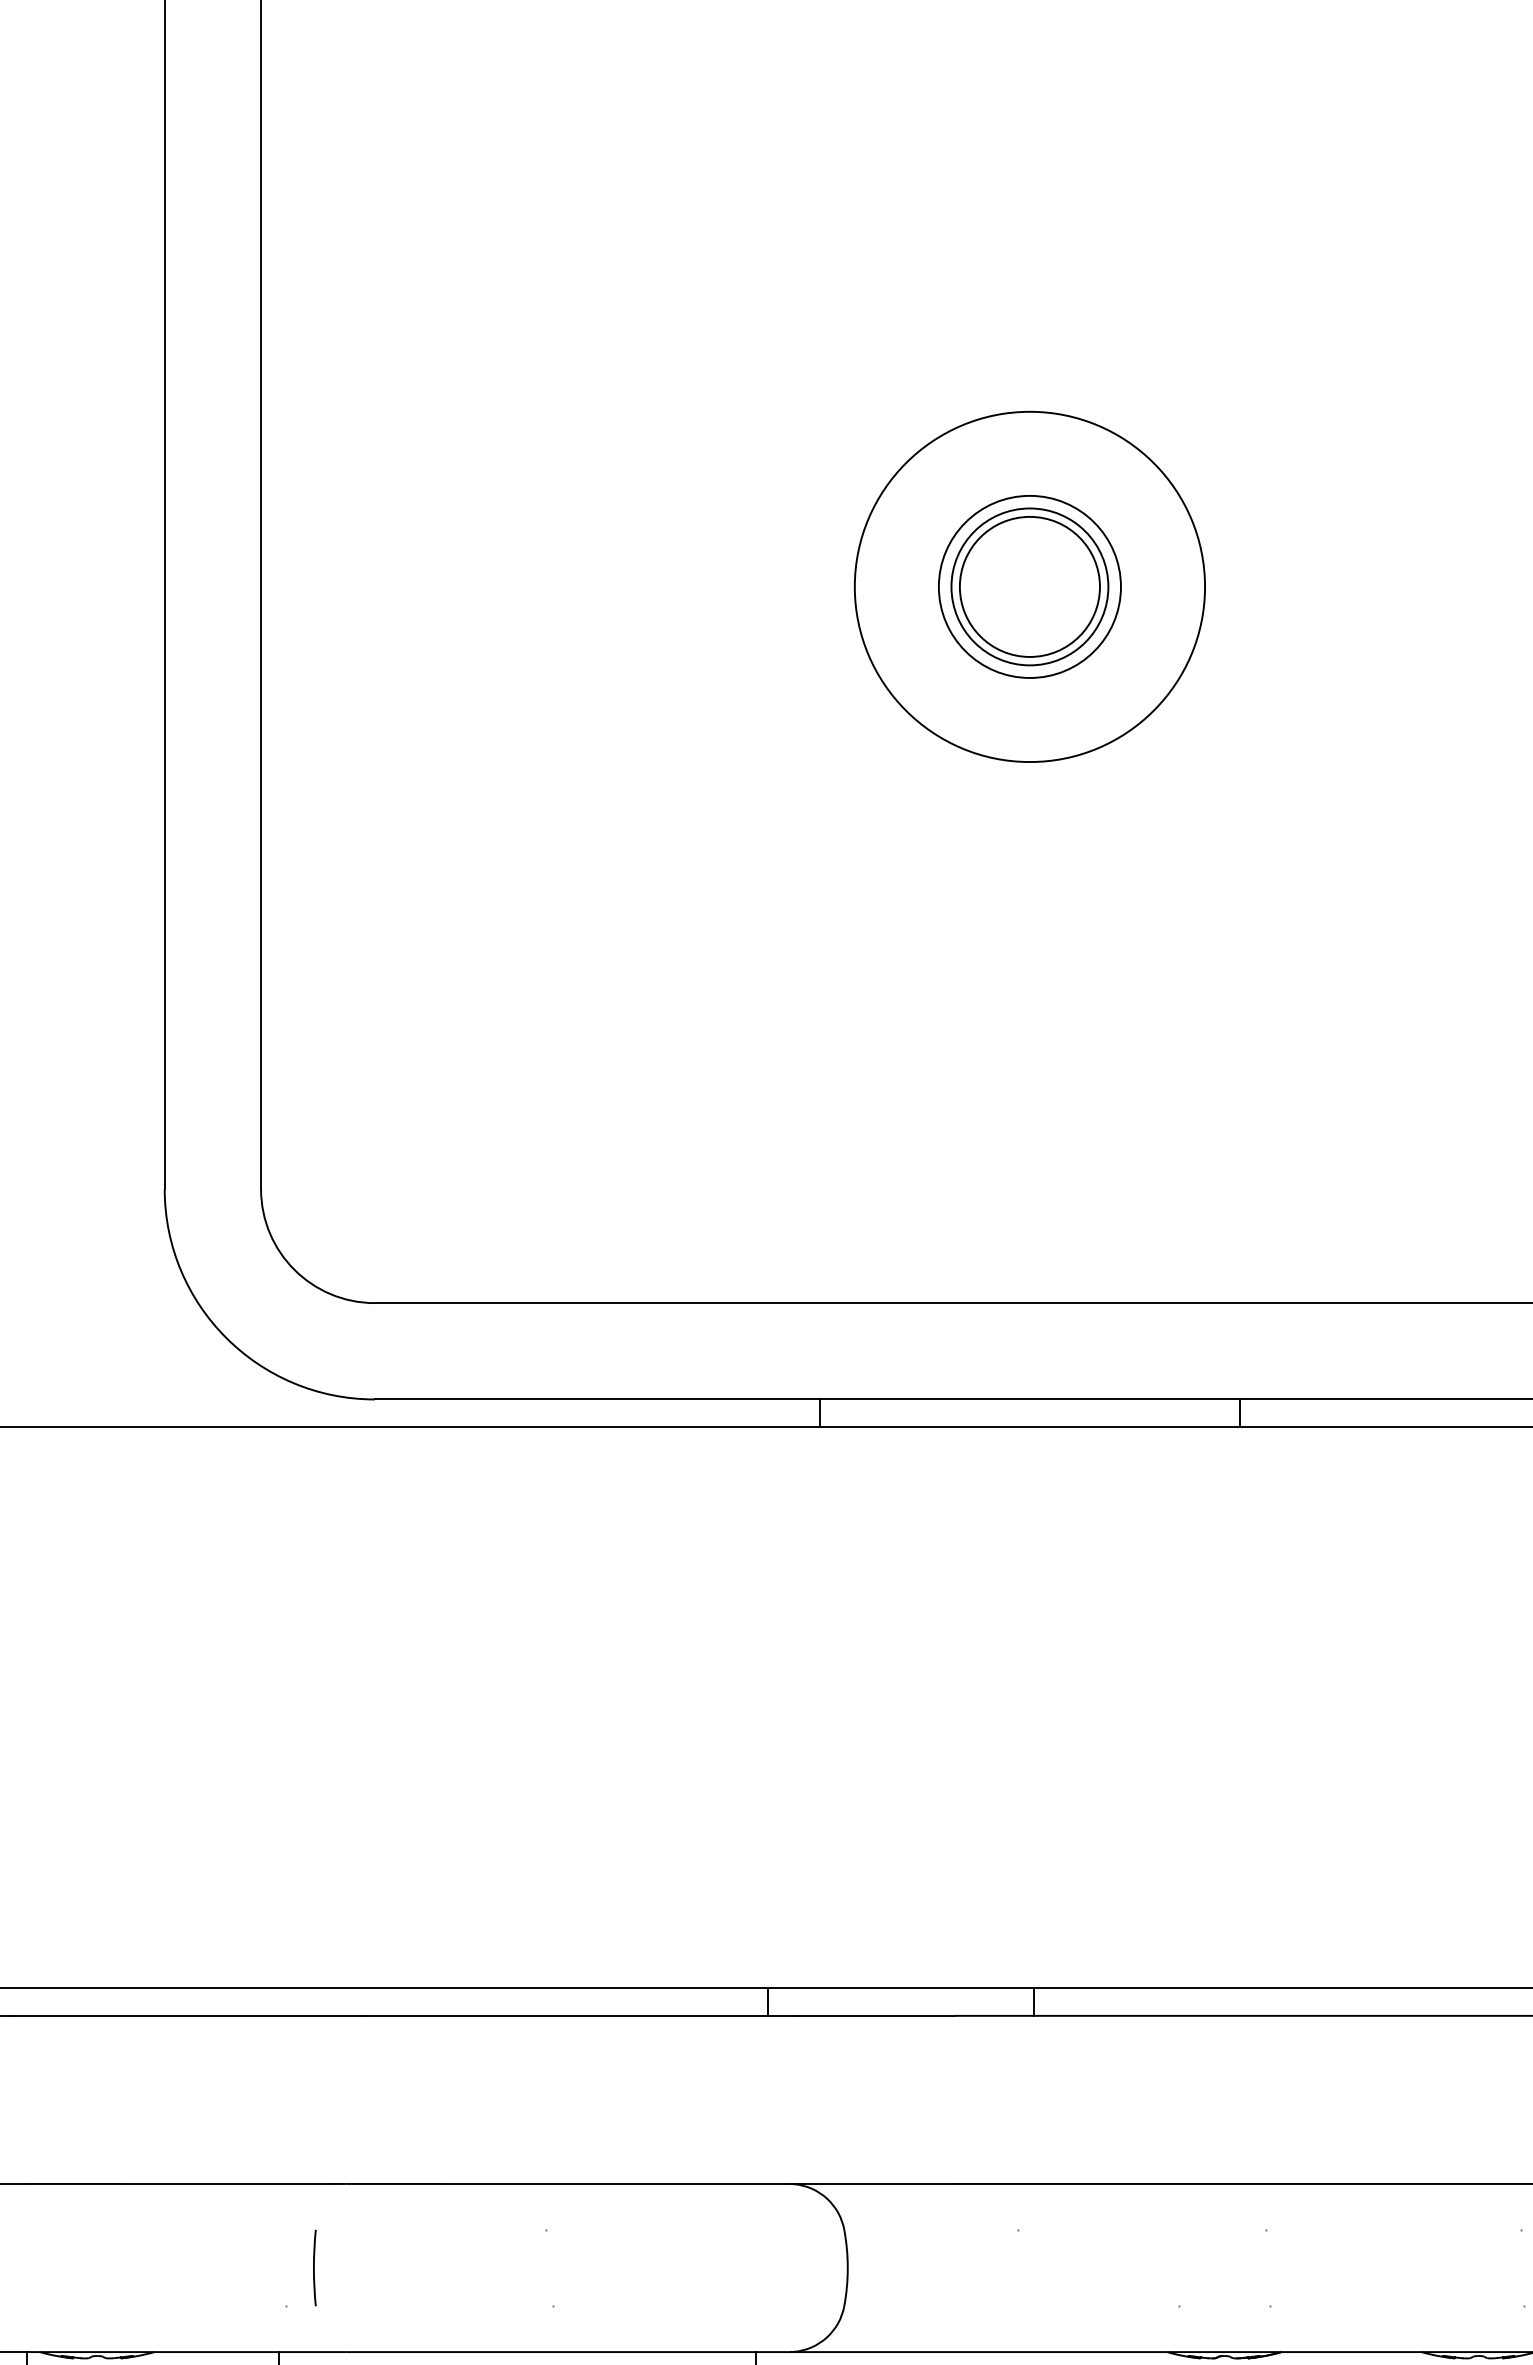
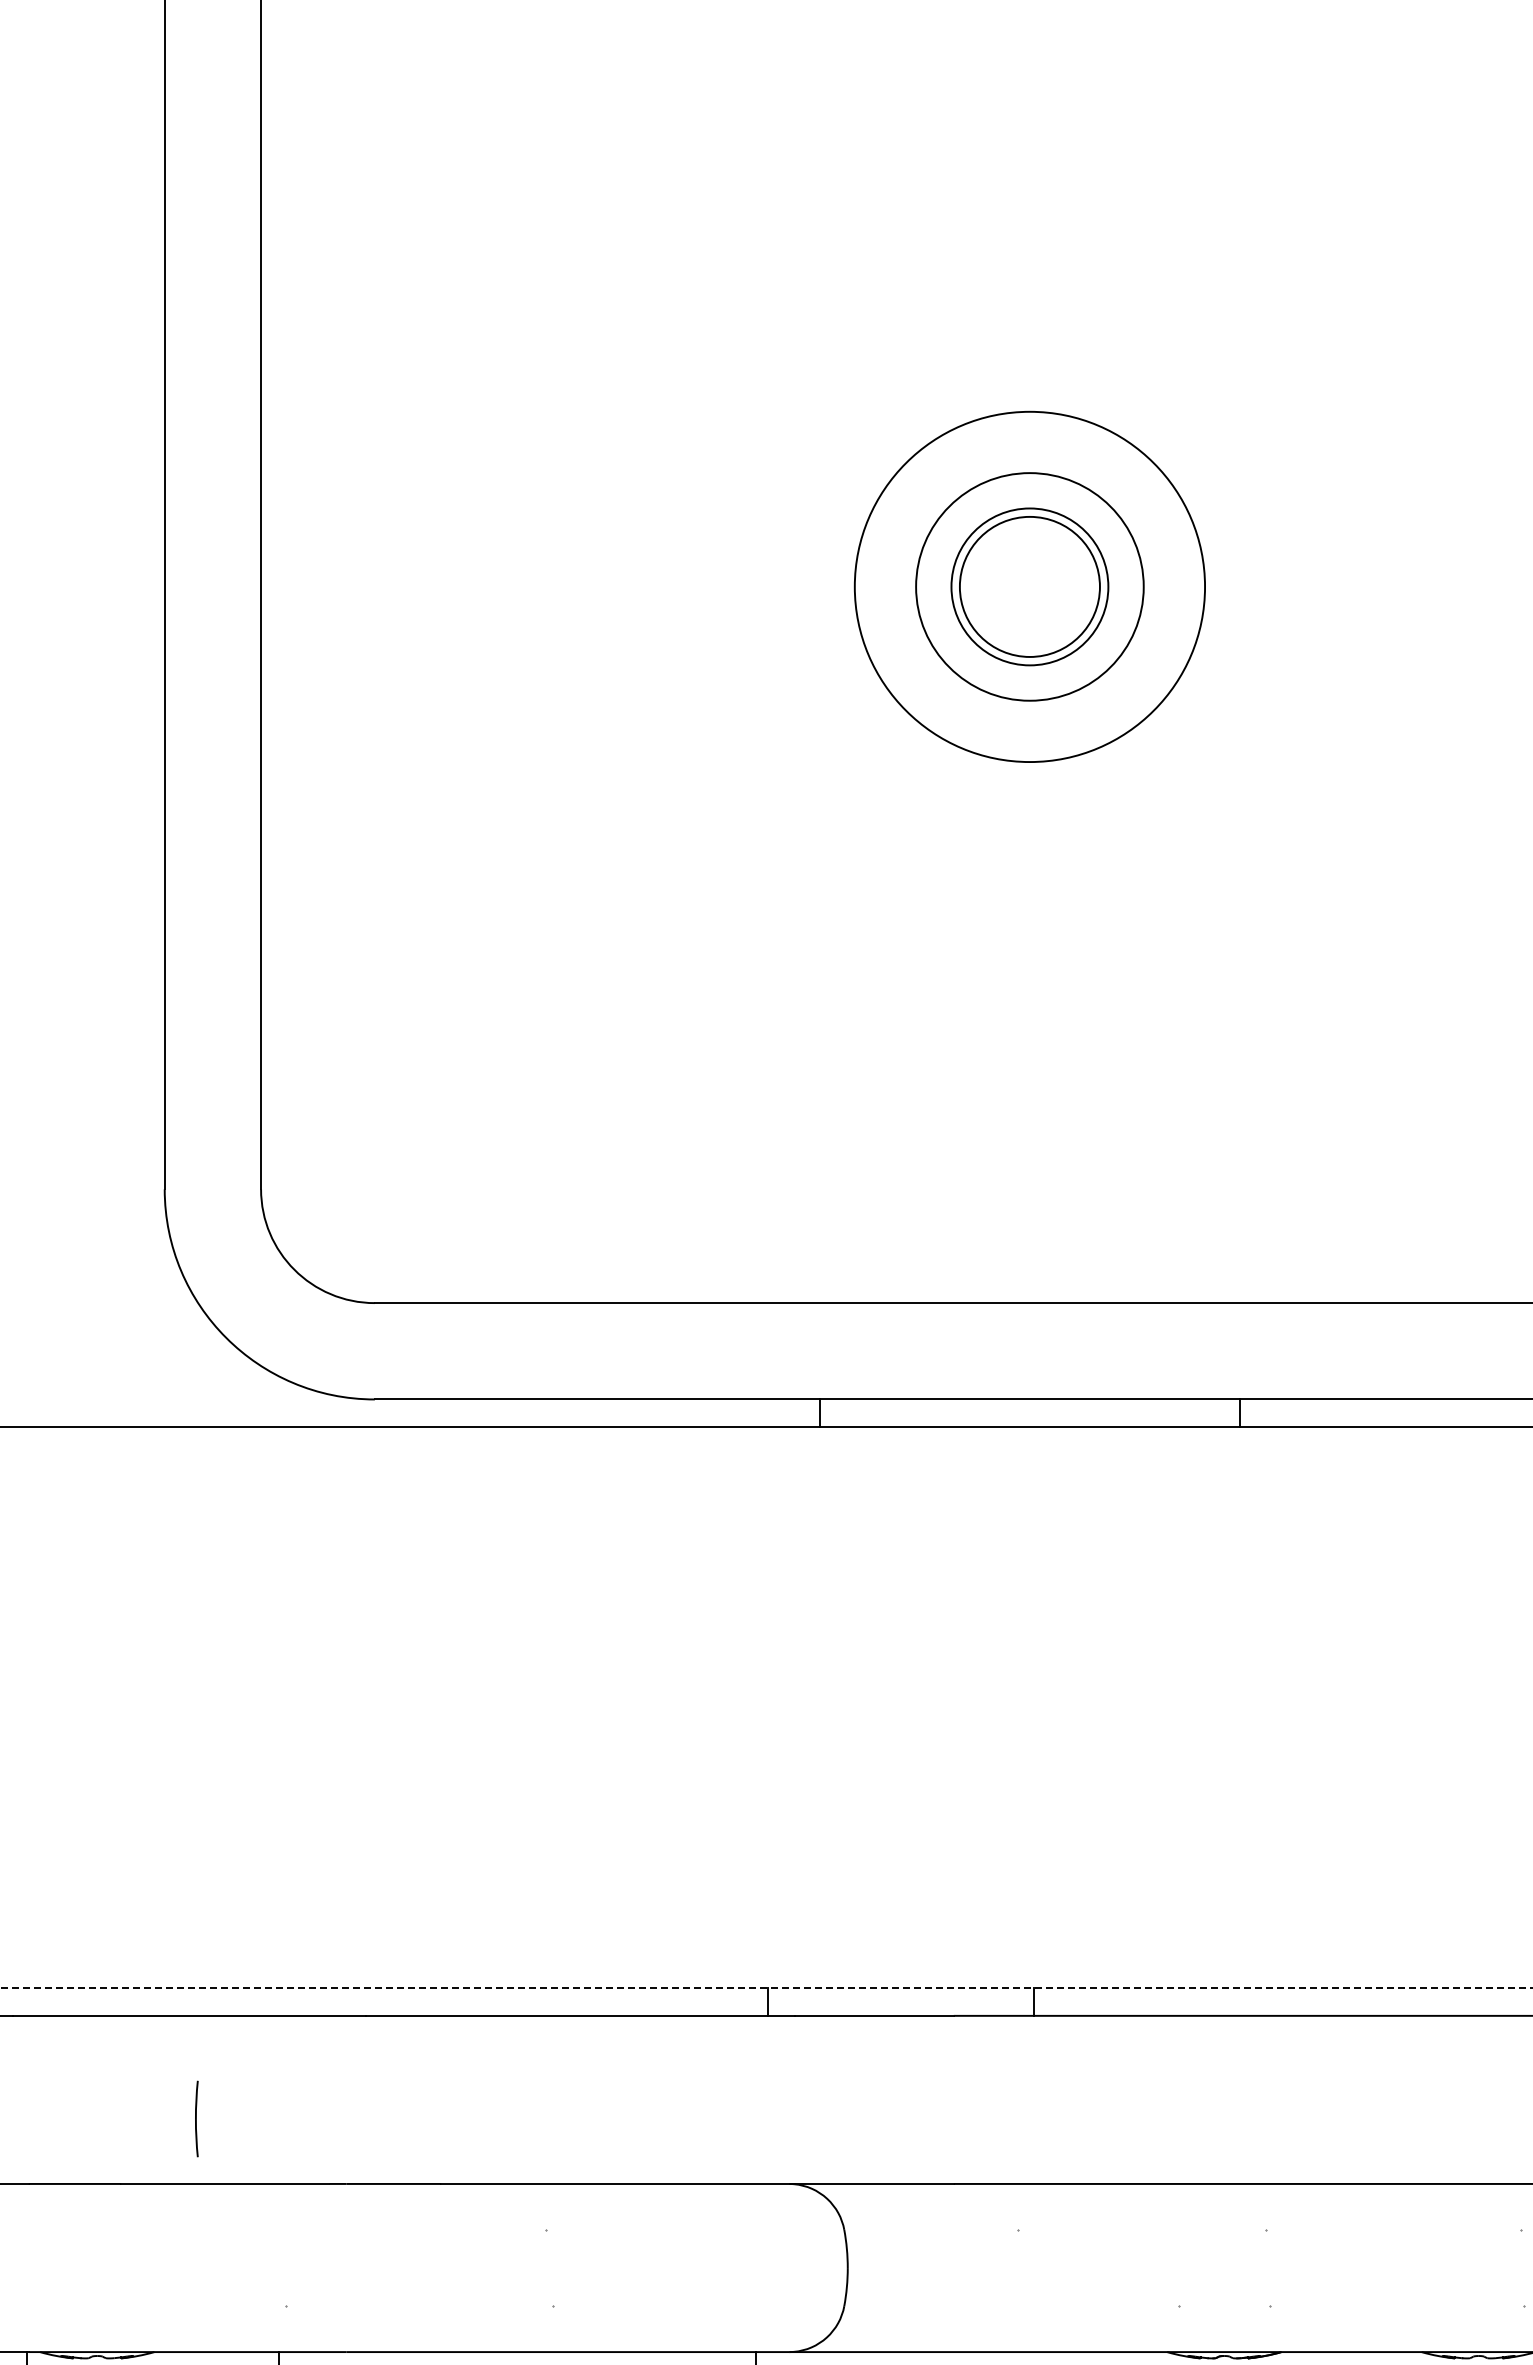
circle at (1029, 586) diameter: 182 px -> 228 px
line at (766, 1987): solid -> dashed
line at (314, 2267) position: (314, 2267) -> (196, 2118)
